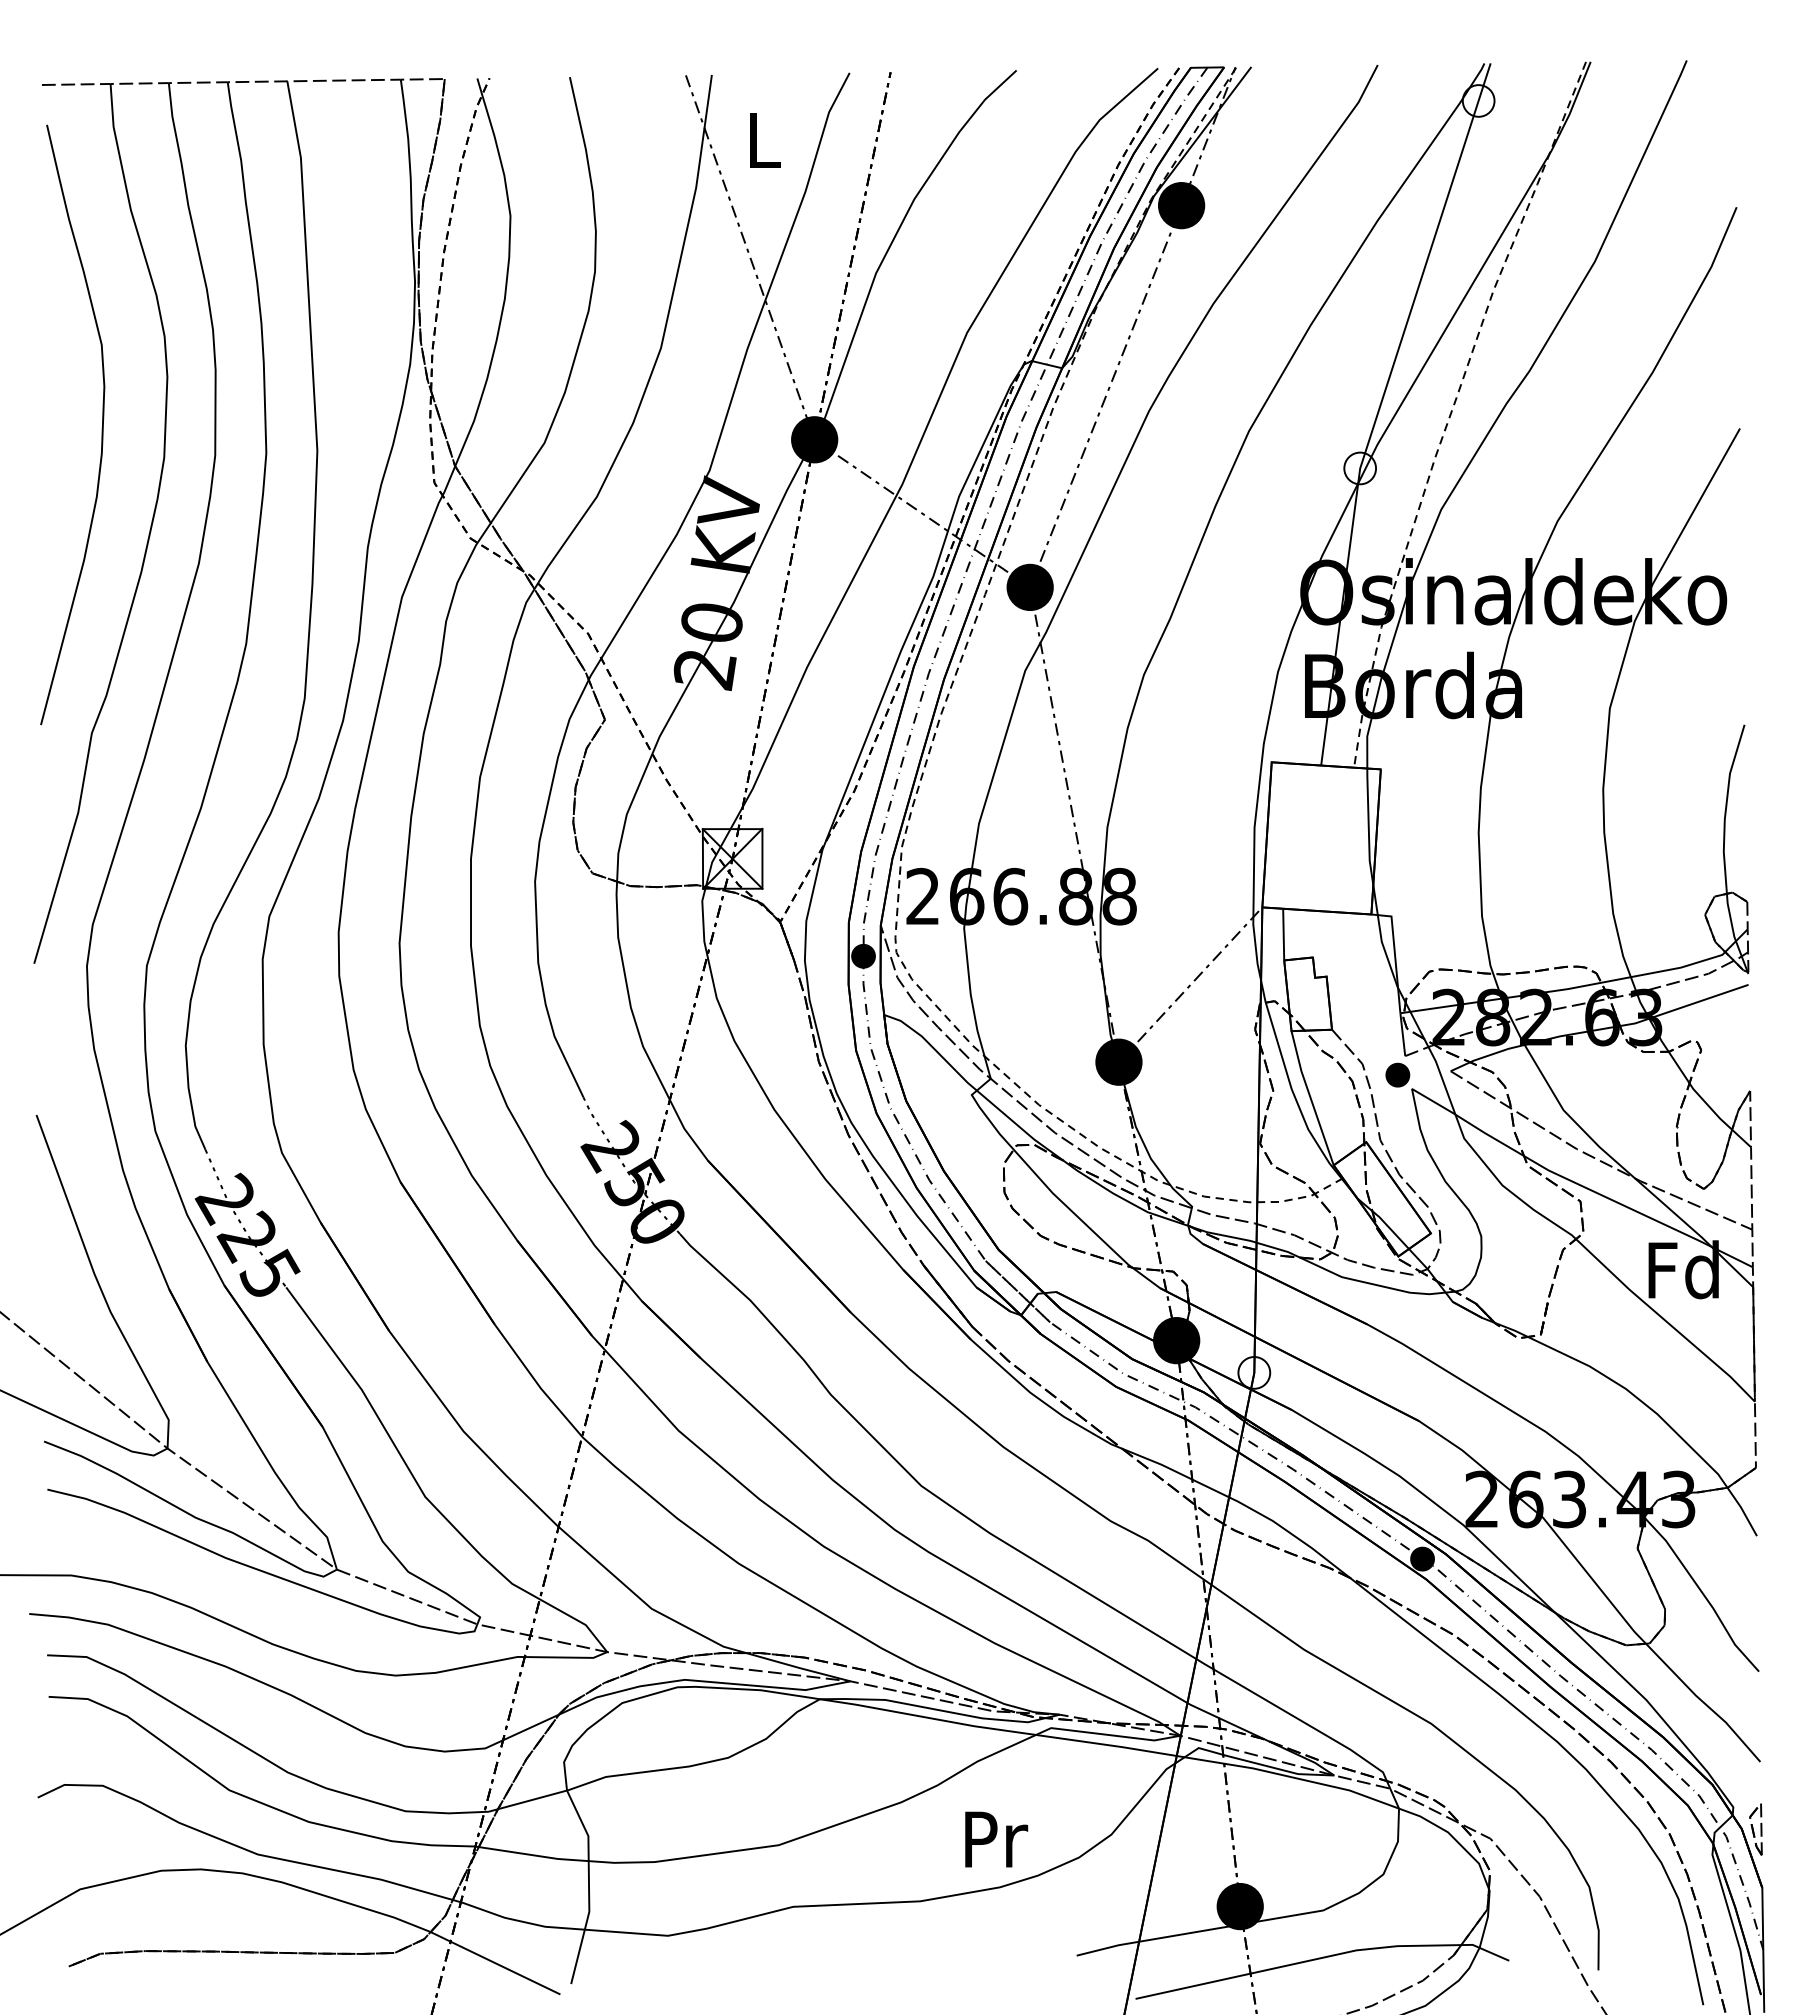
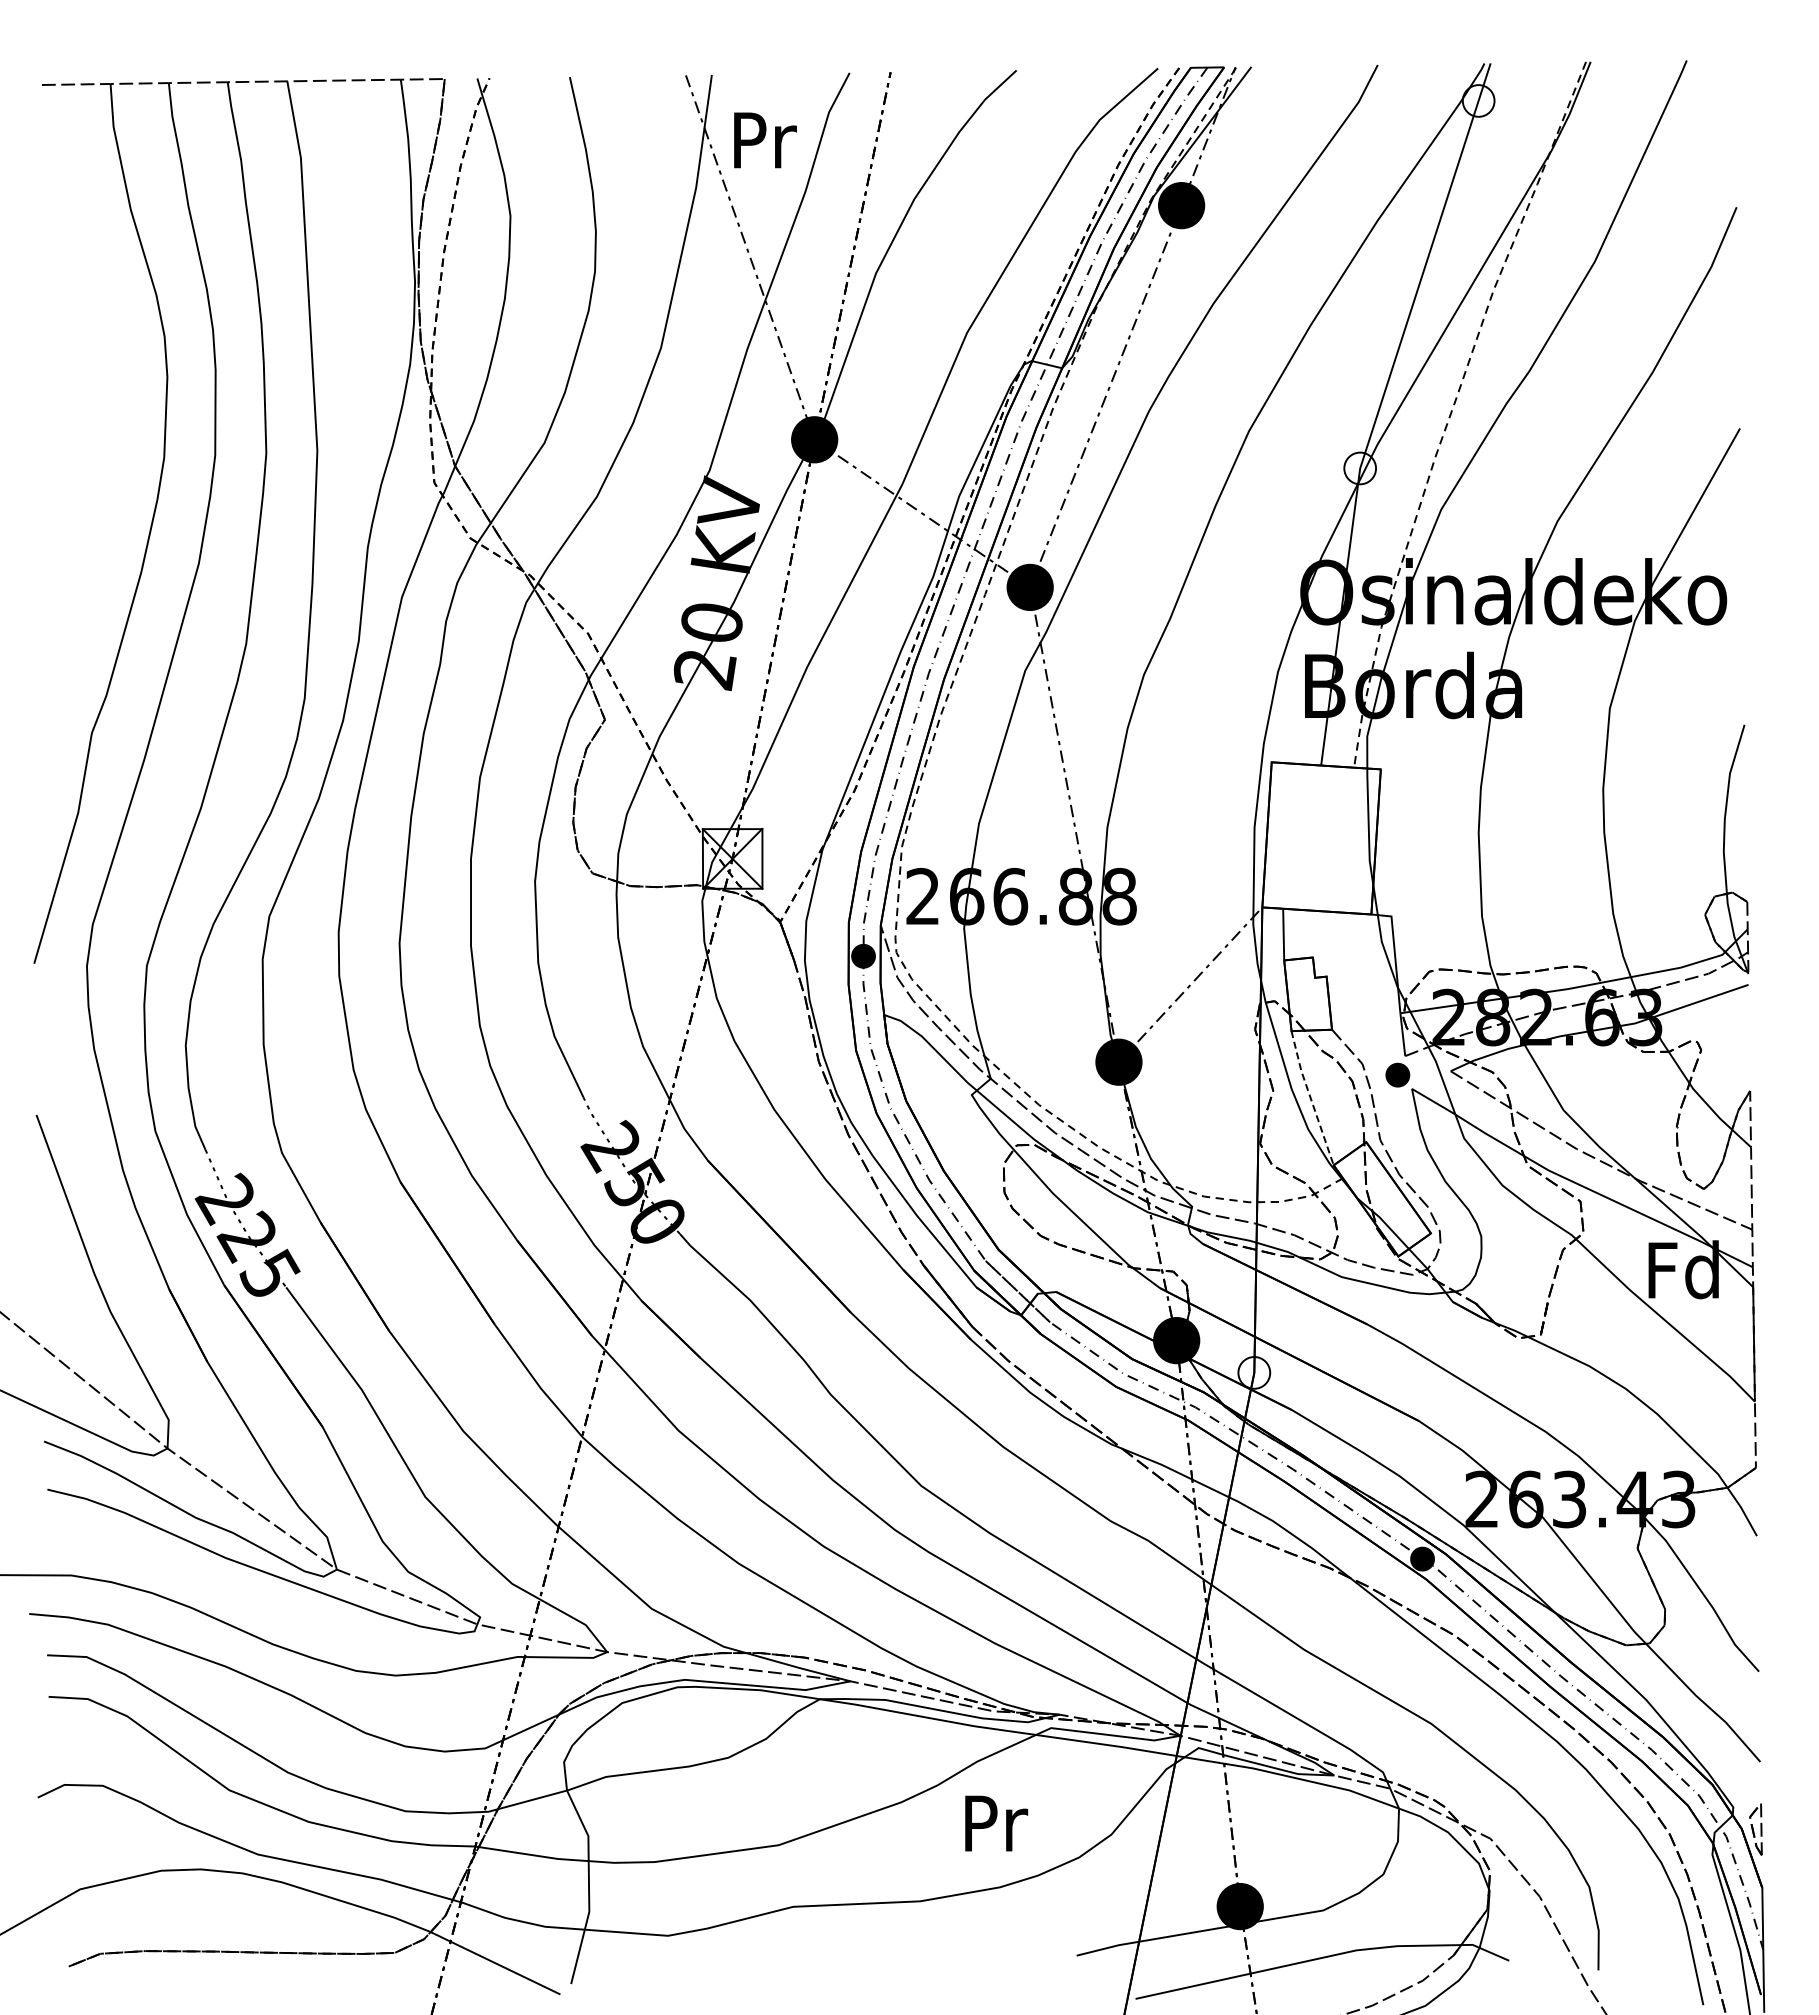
text at (765, 140): L -> Pr
curve at (101, 428): present -> none
line at (1310, 1098): solid -> dashed
text at (996, 1839) position: (996, 1839) -> (996, 1823)
